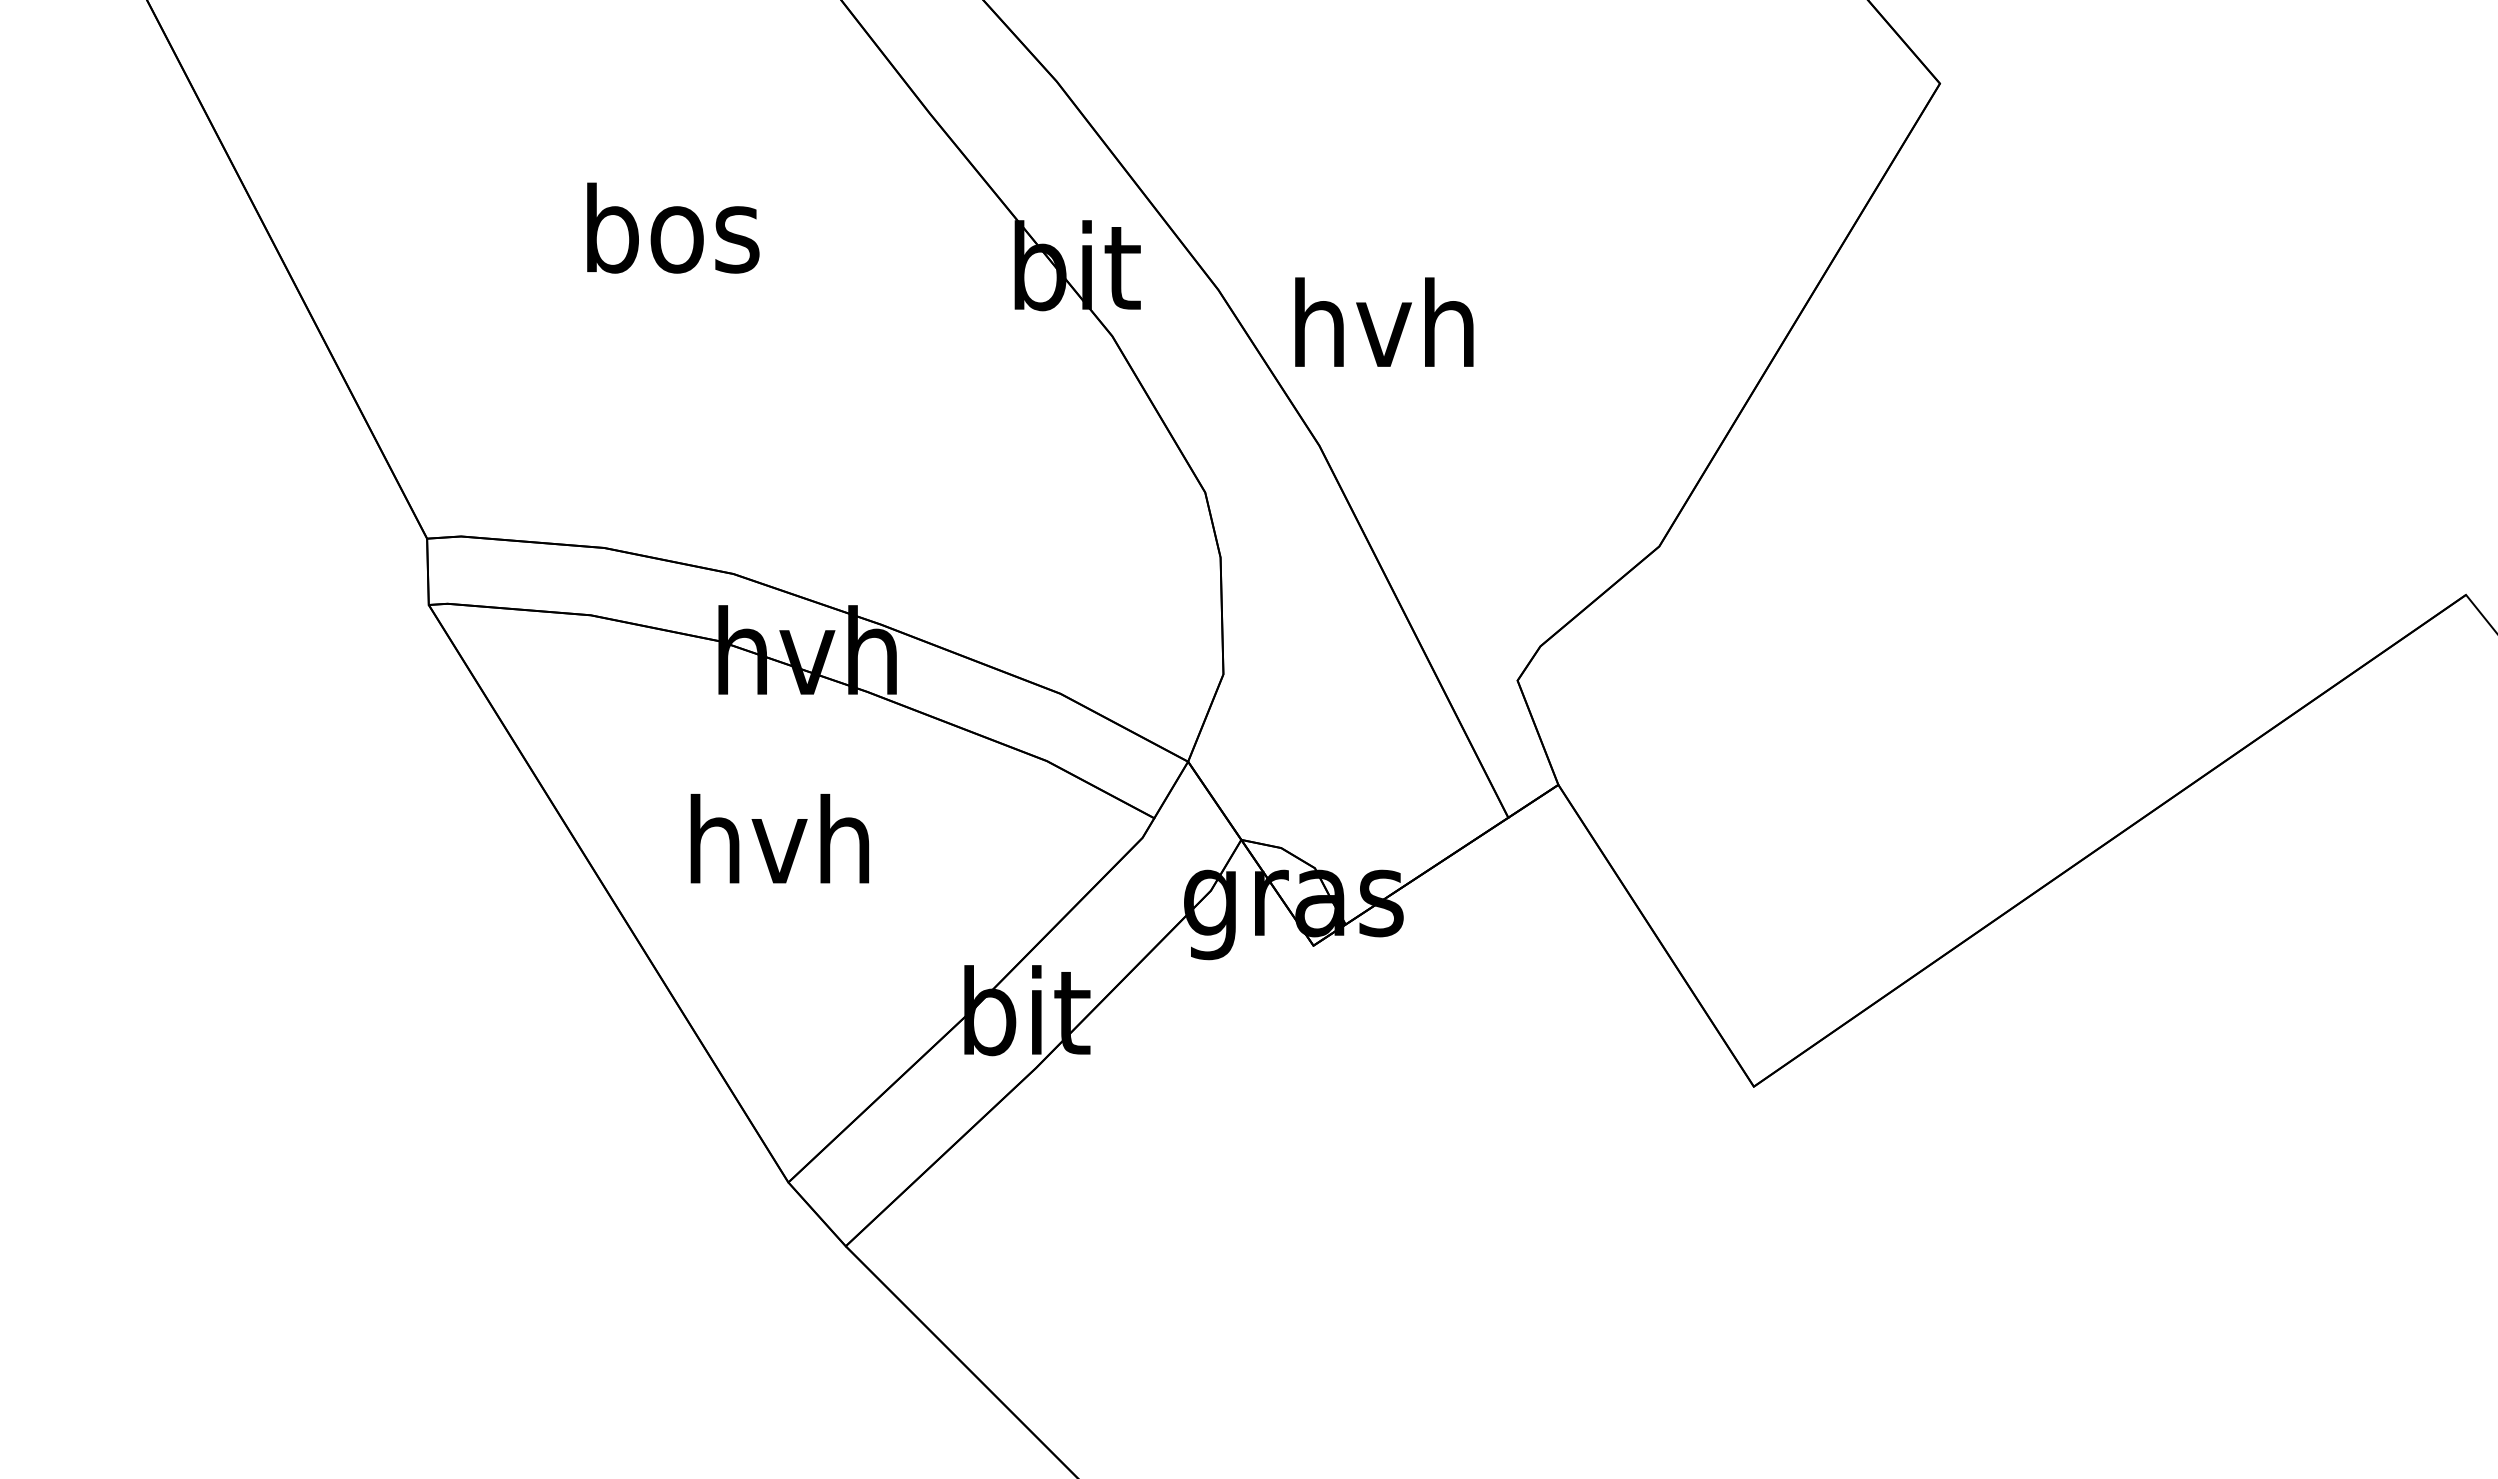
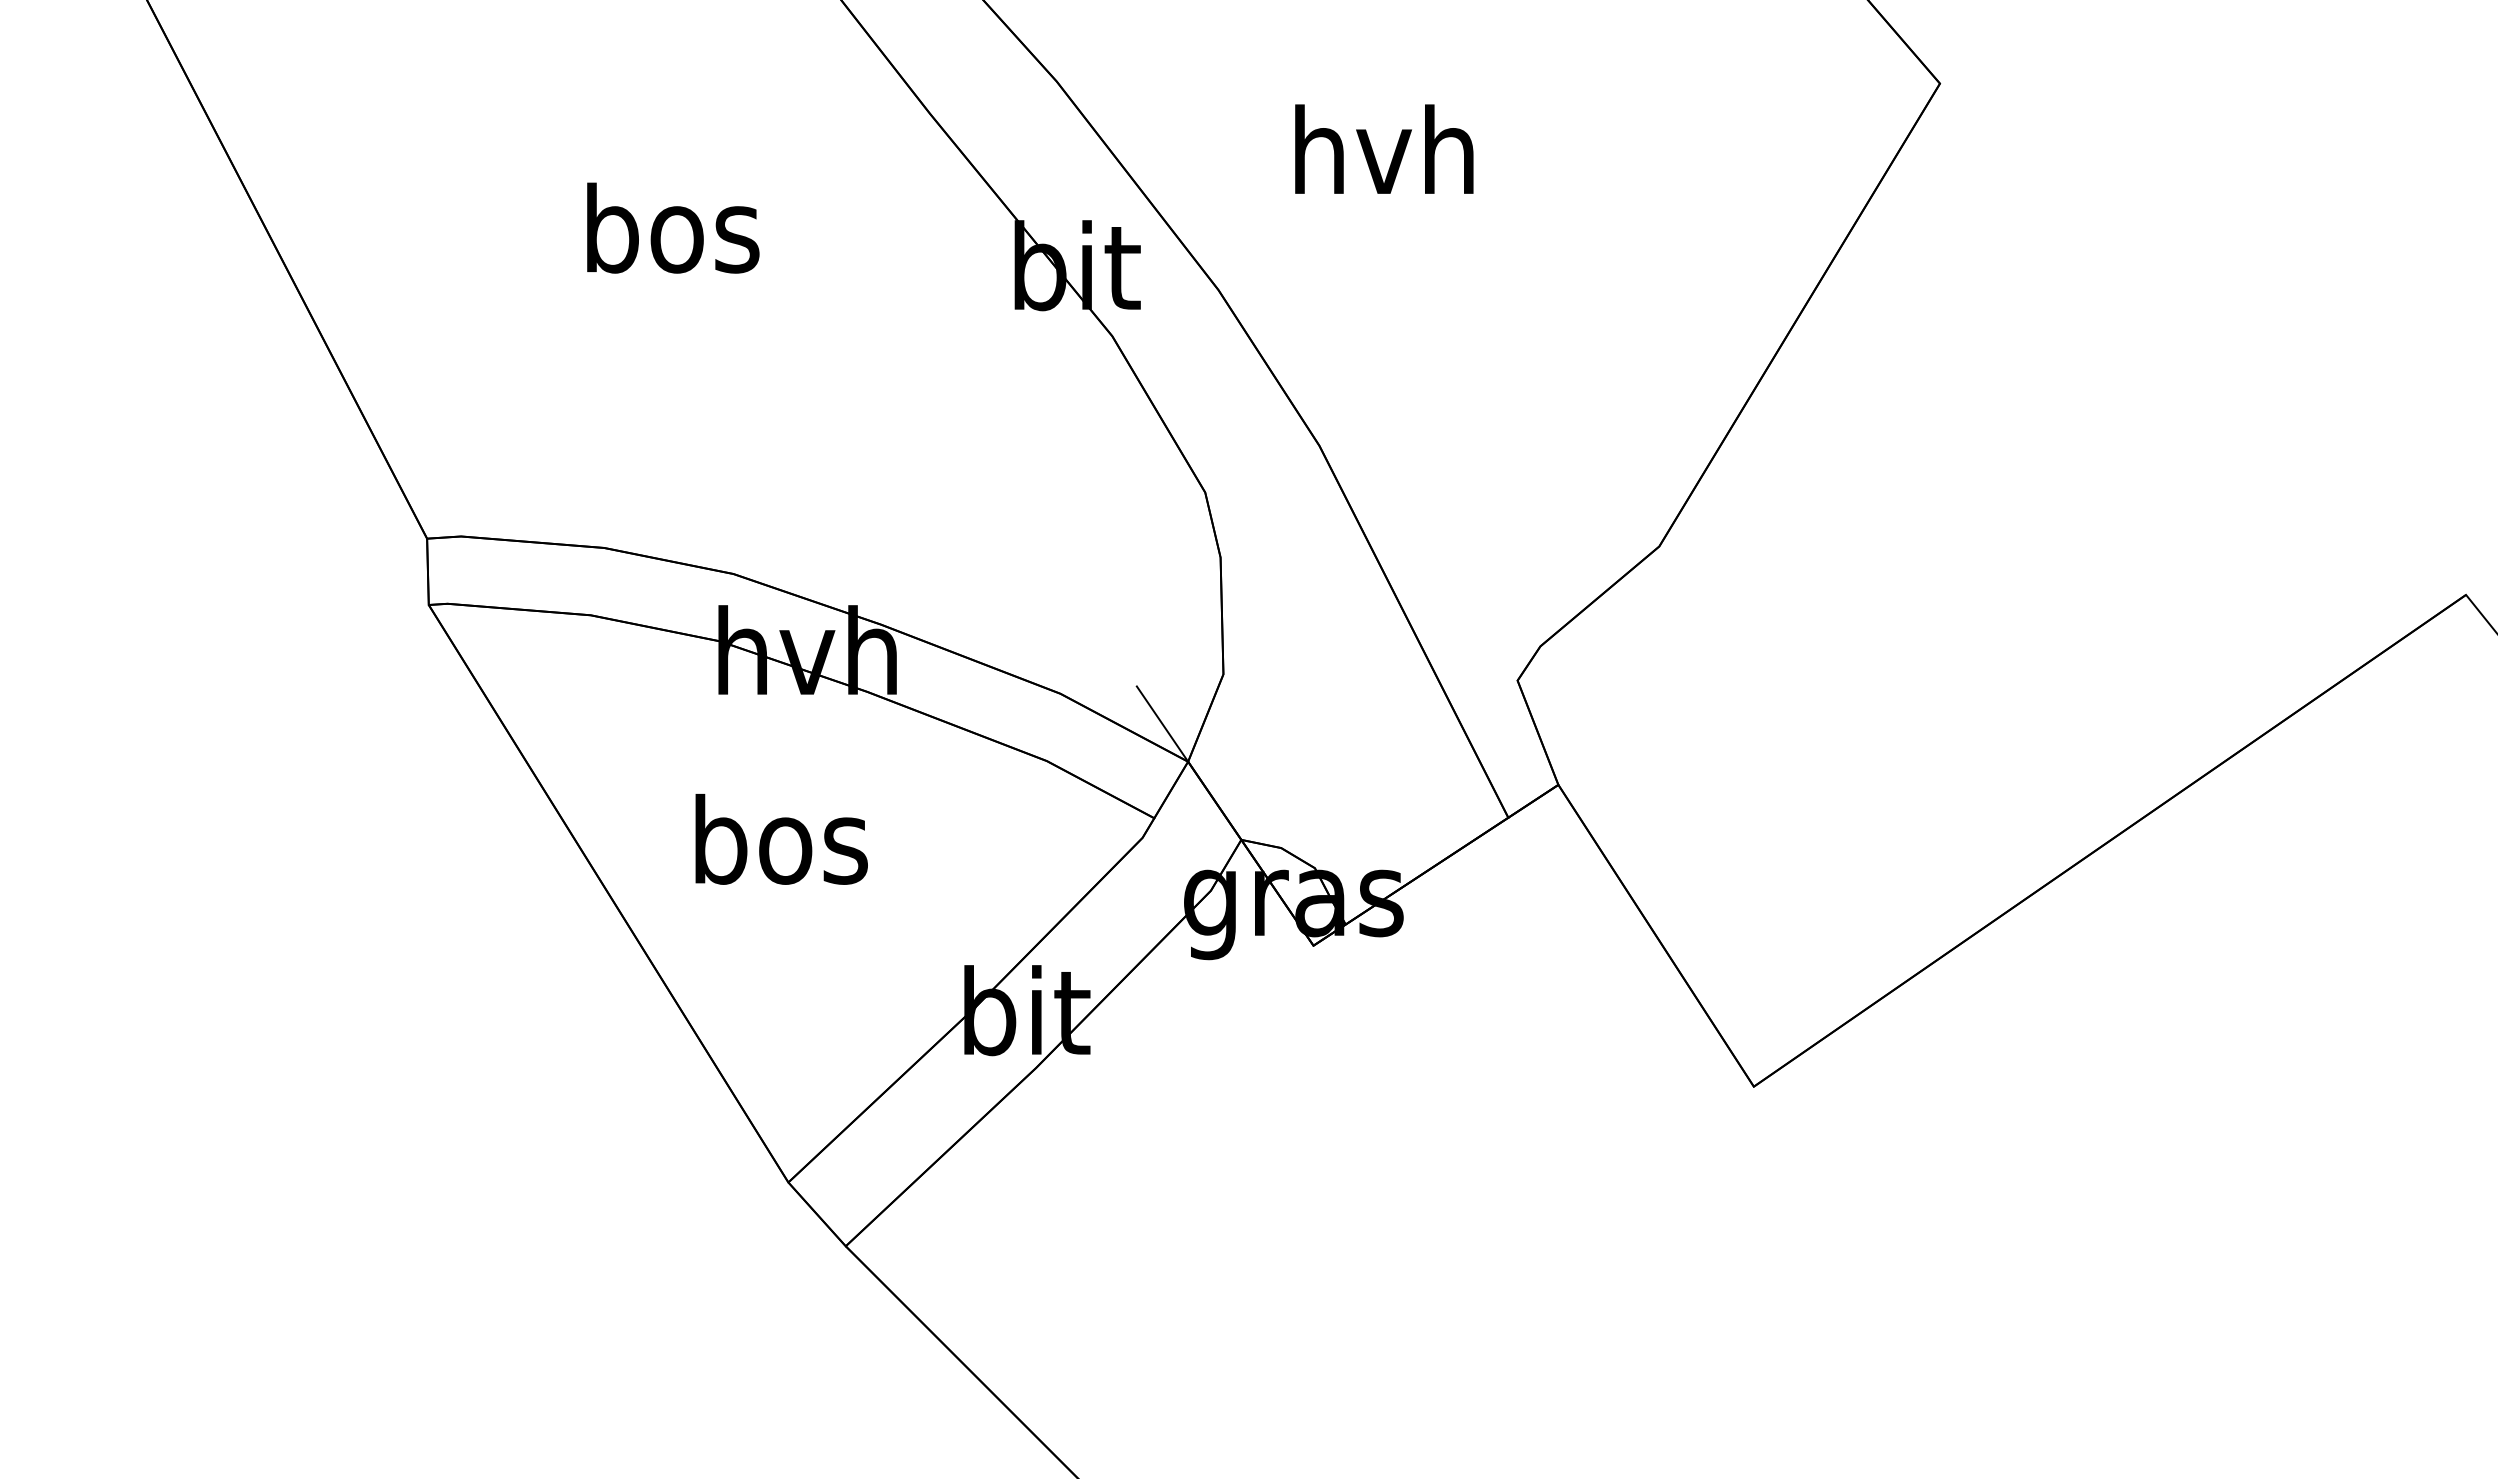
text at (1384, 321) position: (1384, 321) -> (1384, 148)
line at (1162, 723): none -> present
text at (779, 838): hvh -> bos
